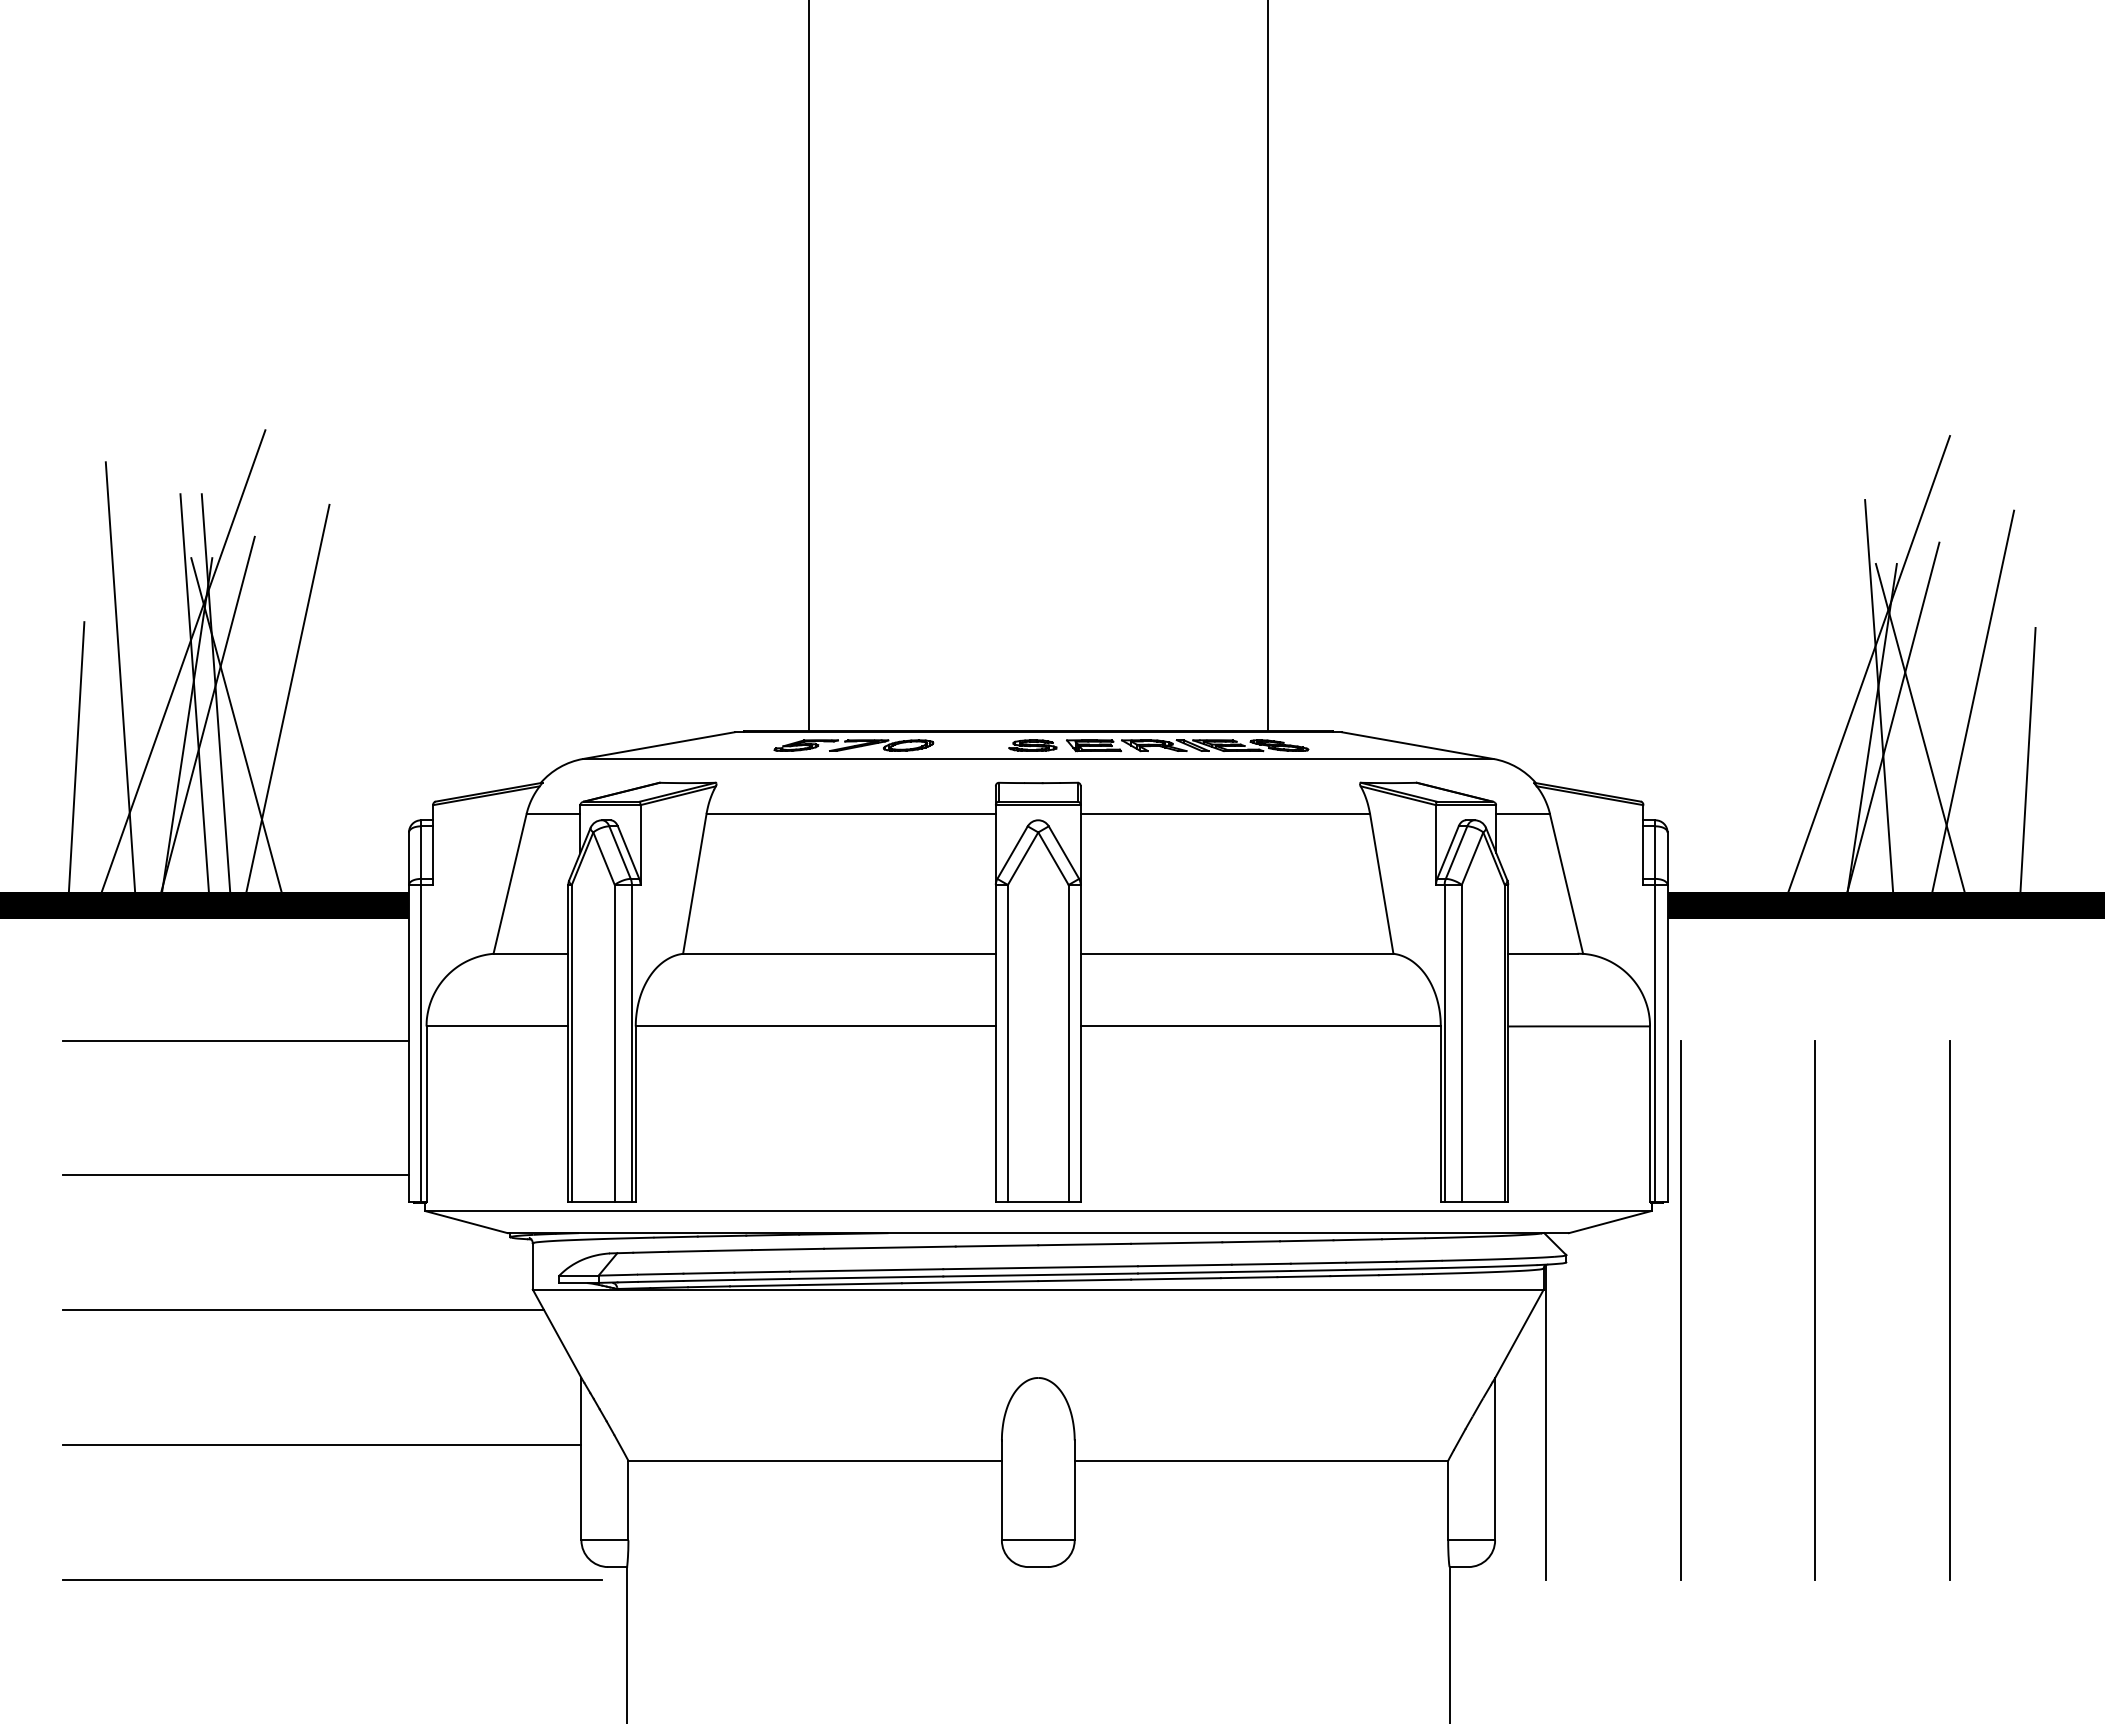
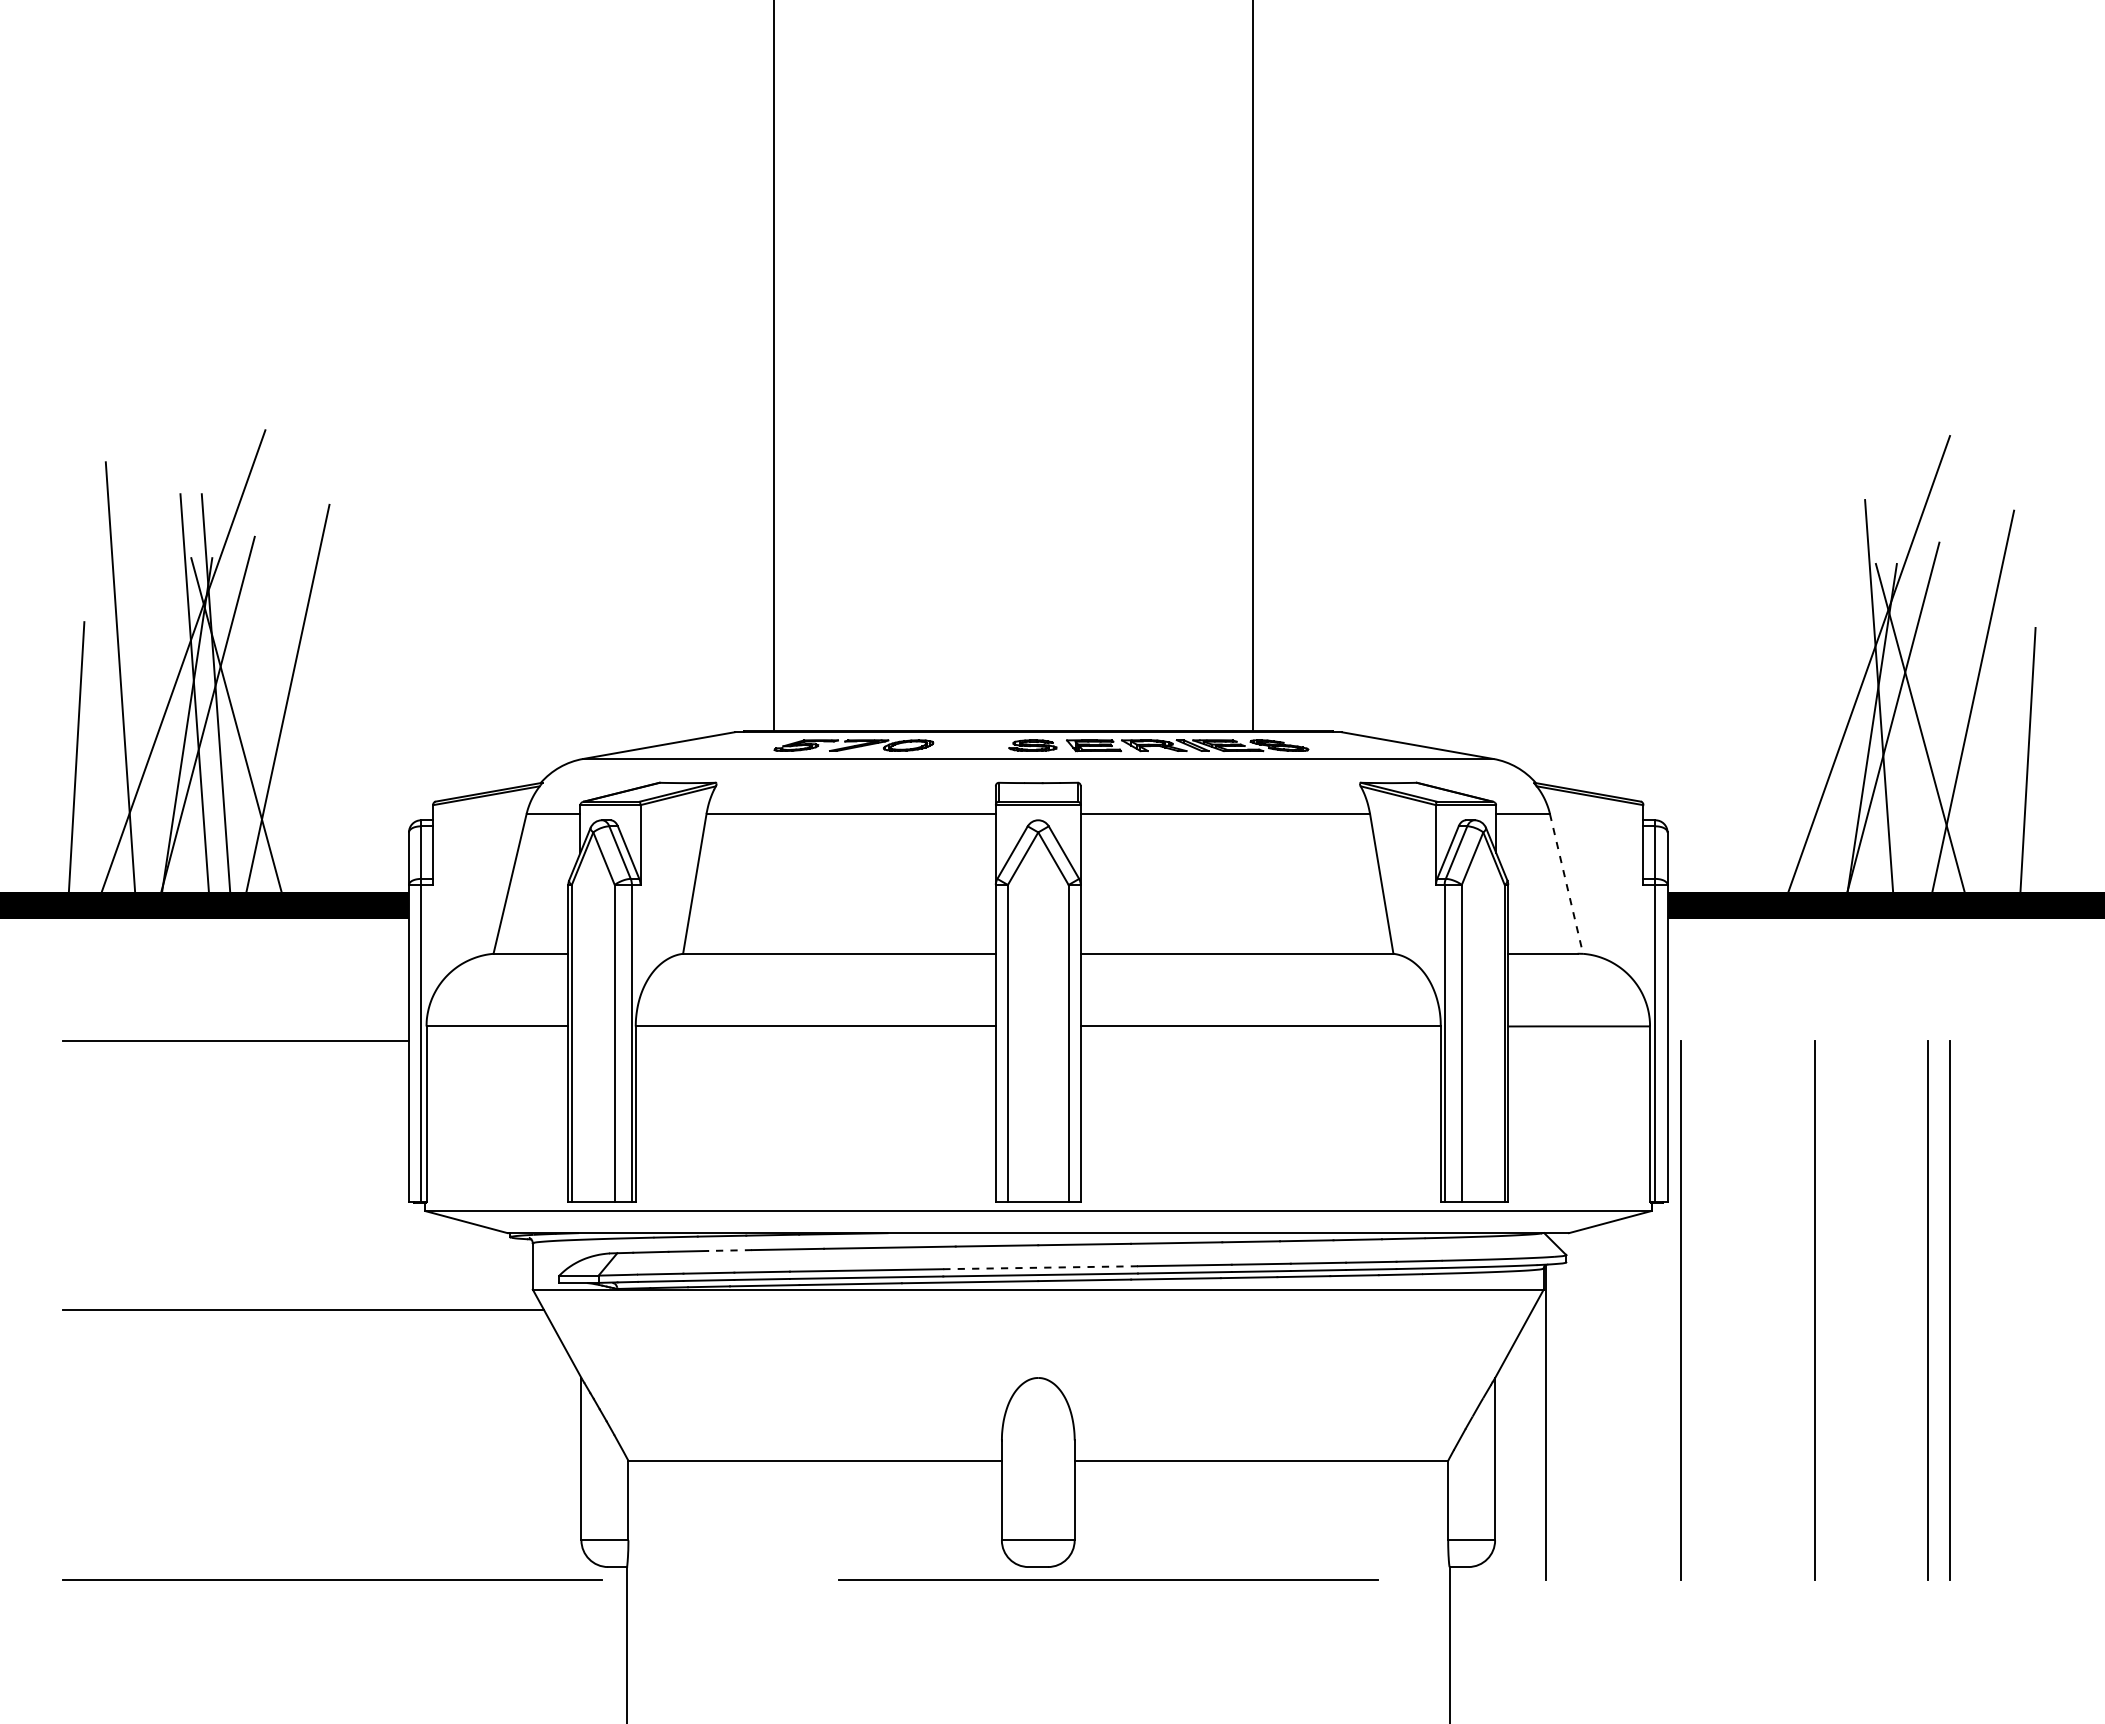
line at (808, 366) position: (808, 366) -> (773, 366)
line at (1267, 366) position: (1267, 366) -> (1252, 366)
line at (1566, 883): solid -> dashed
line at (236, 1175): present -> none
line at (730, 1250): solid -> dashed
line at (1040, 1267): solid -> dashed
line at (1927, 1310): none -> present
line at (322, 1444): present -> none
line at (1108, 1579): none -> present
